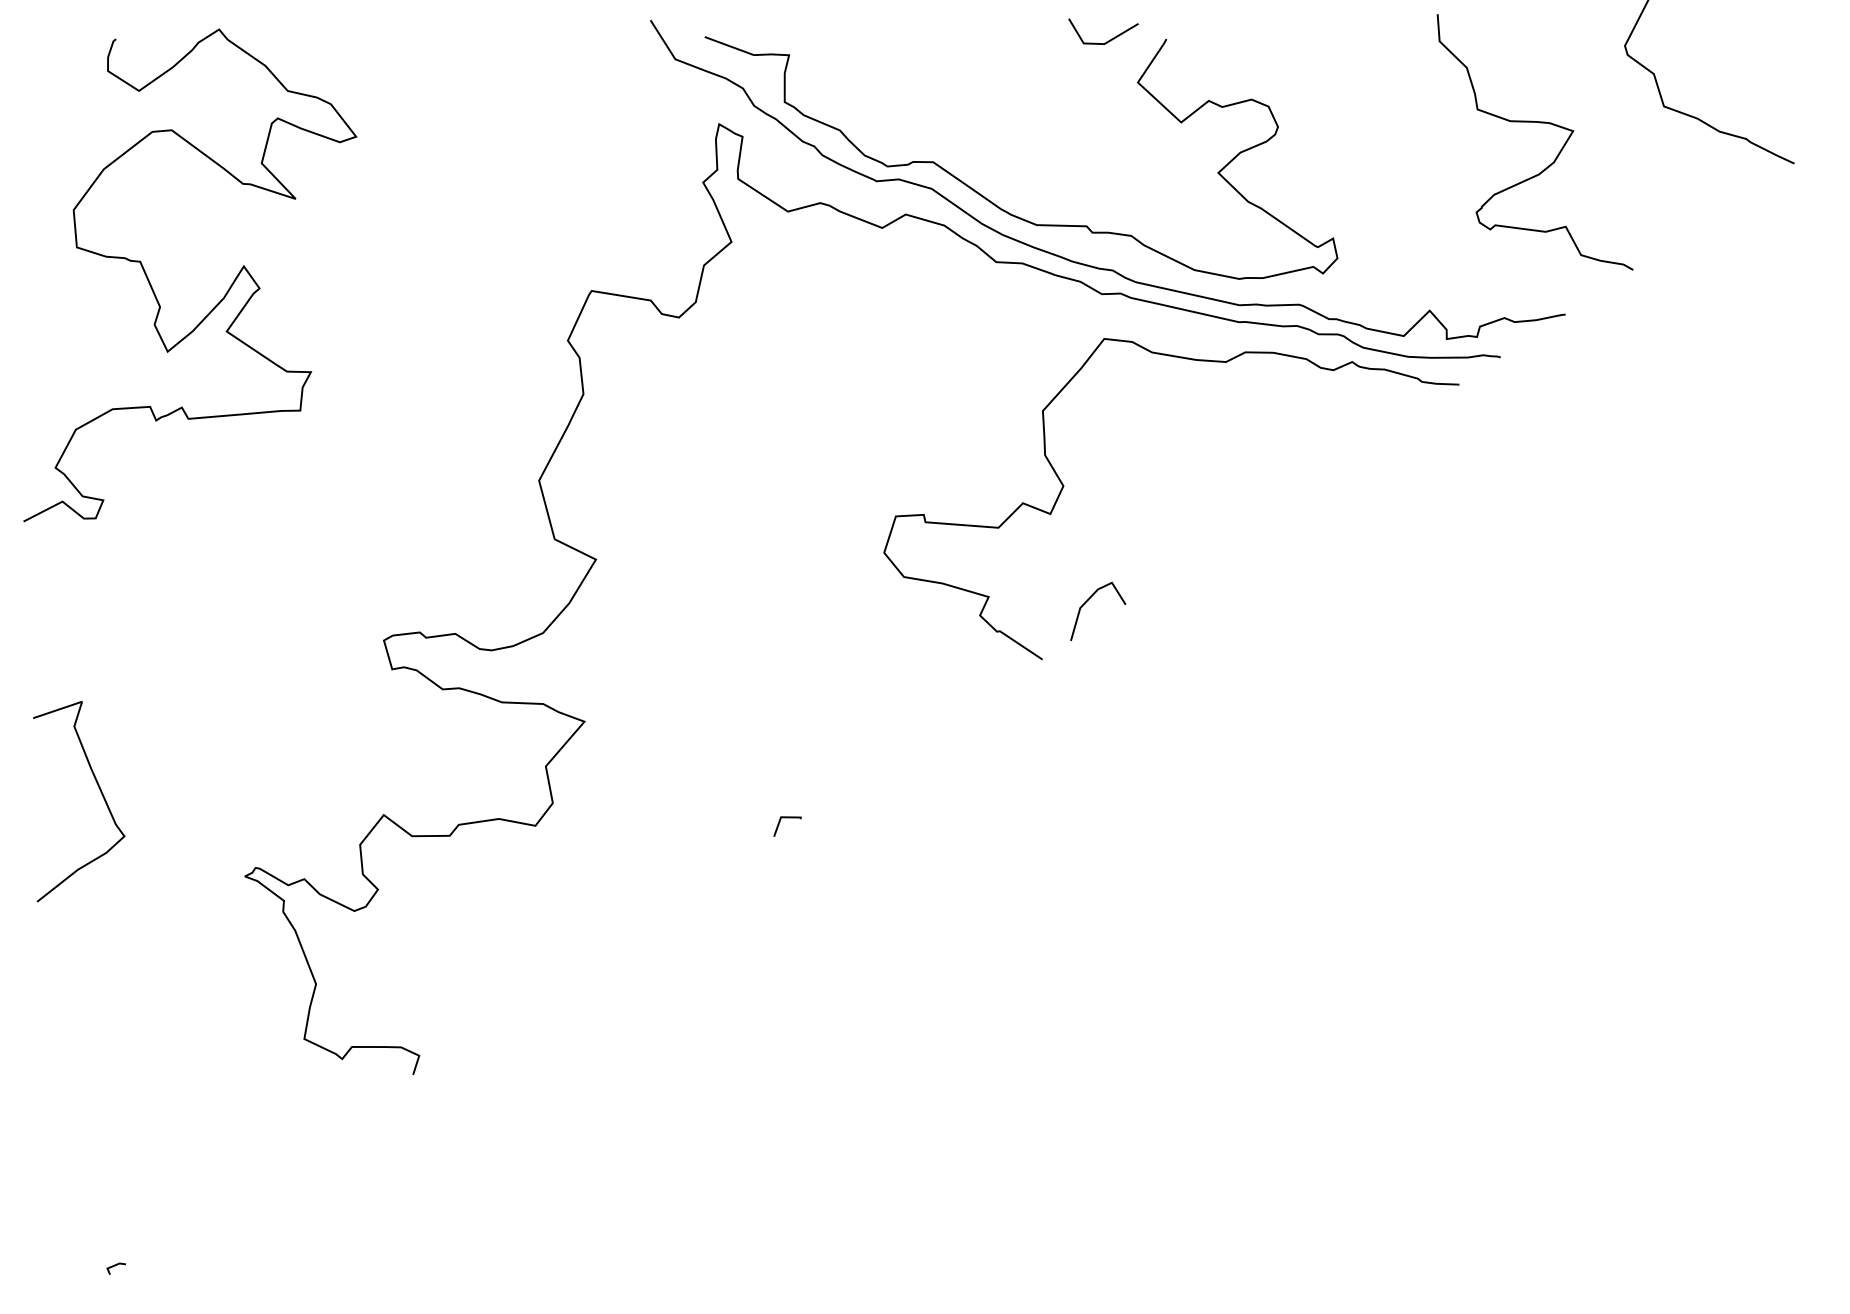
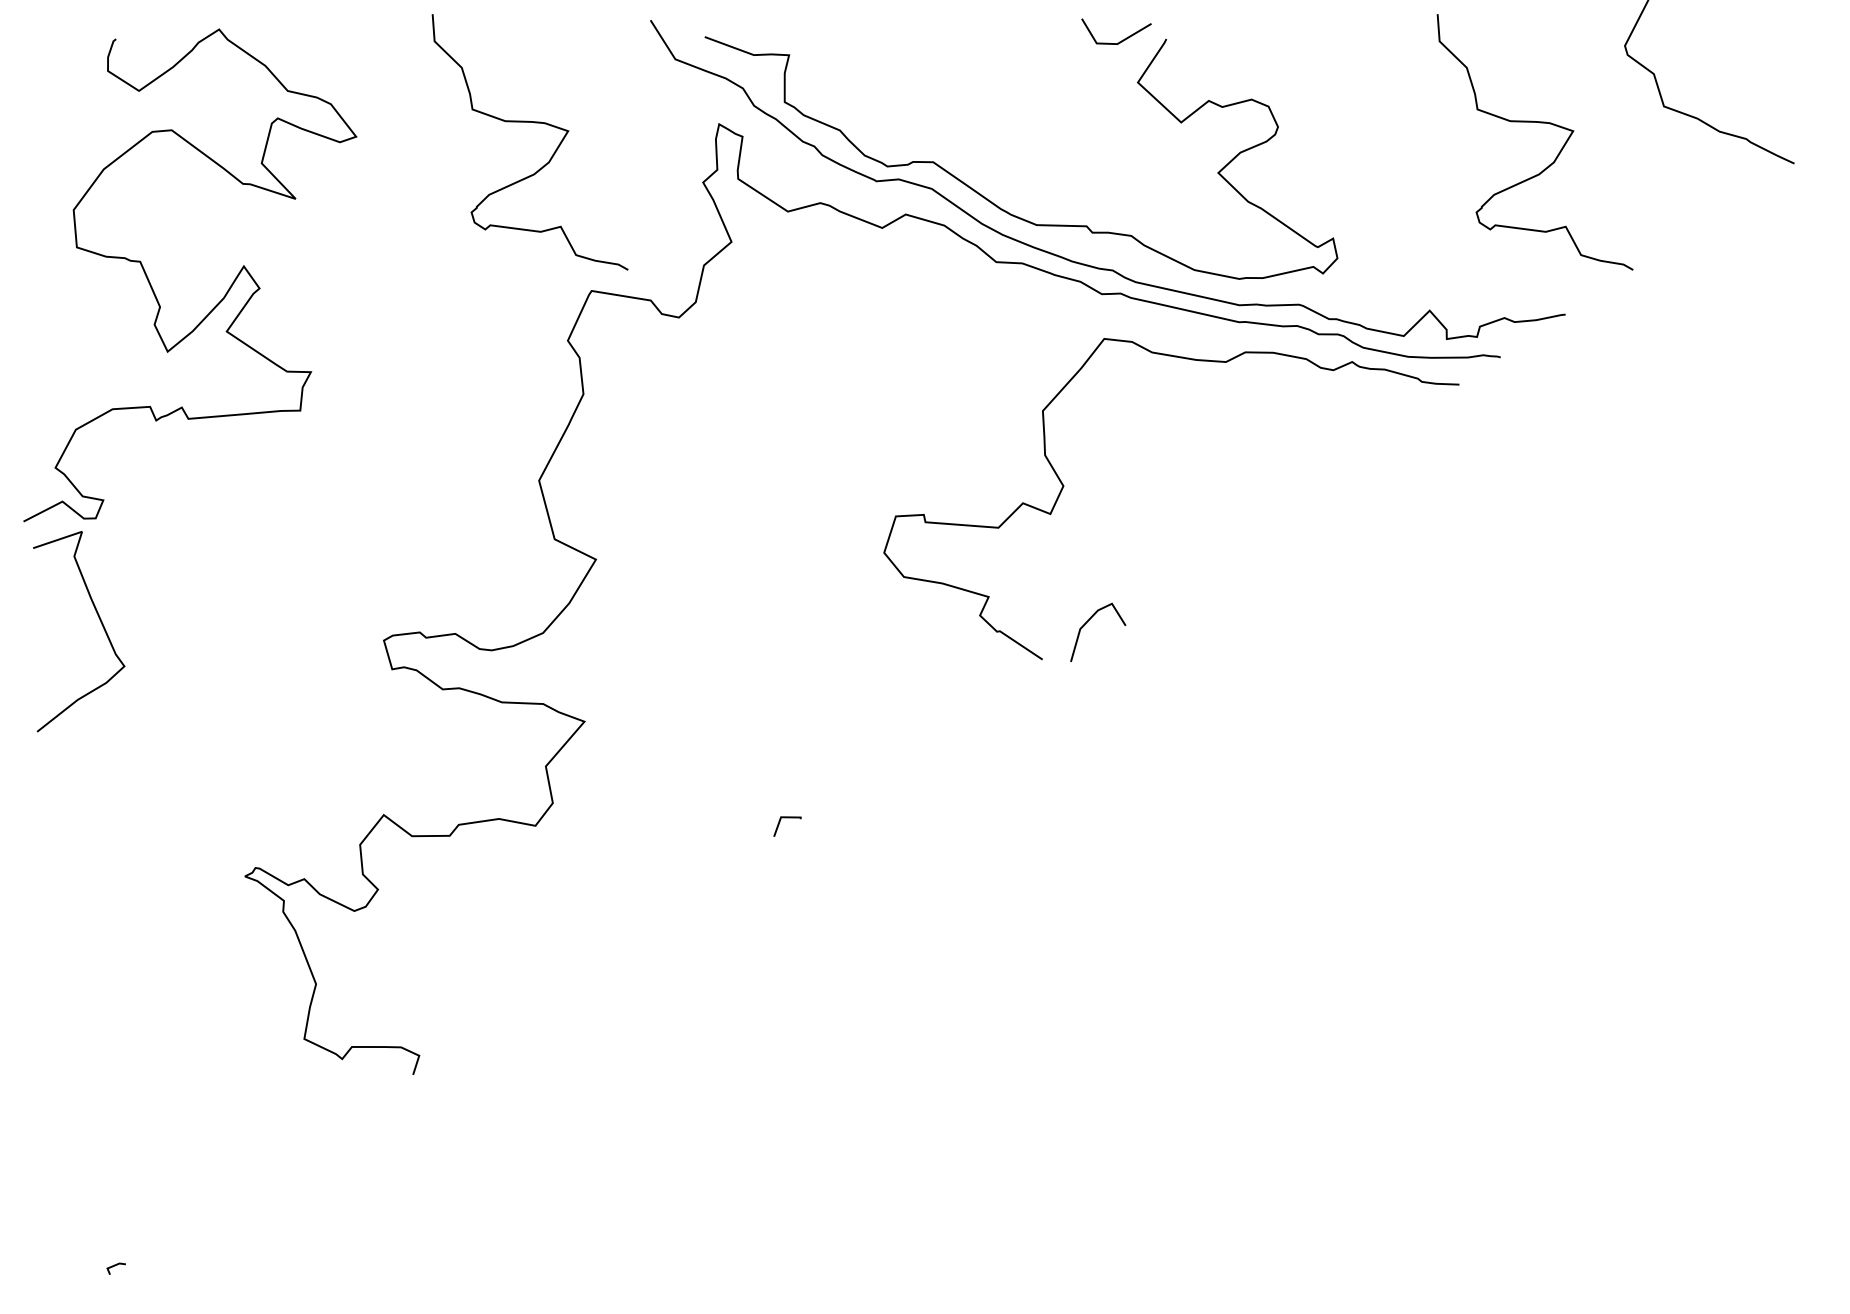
line at (1108, 40) position: (1108, 40) -> (1121, 40)
curve at (534, 123): none -> present
line at (1085, 604) position: (1085, 604) -> (1085, 625)
curve at (99, 790) position: (99, 790) -> (99, 620)
